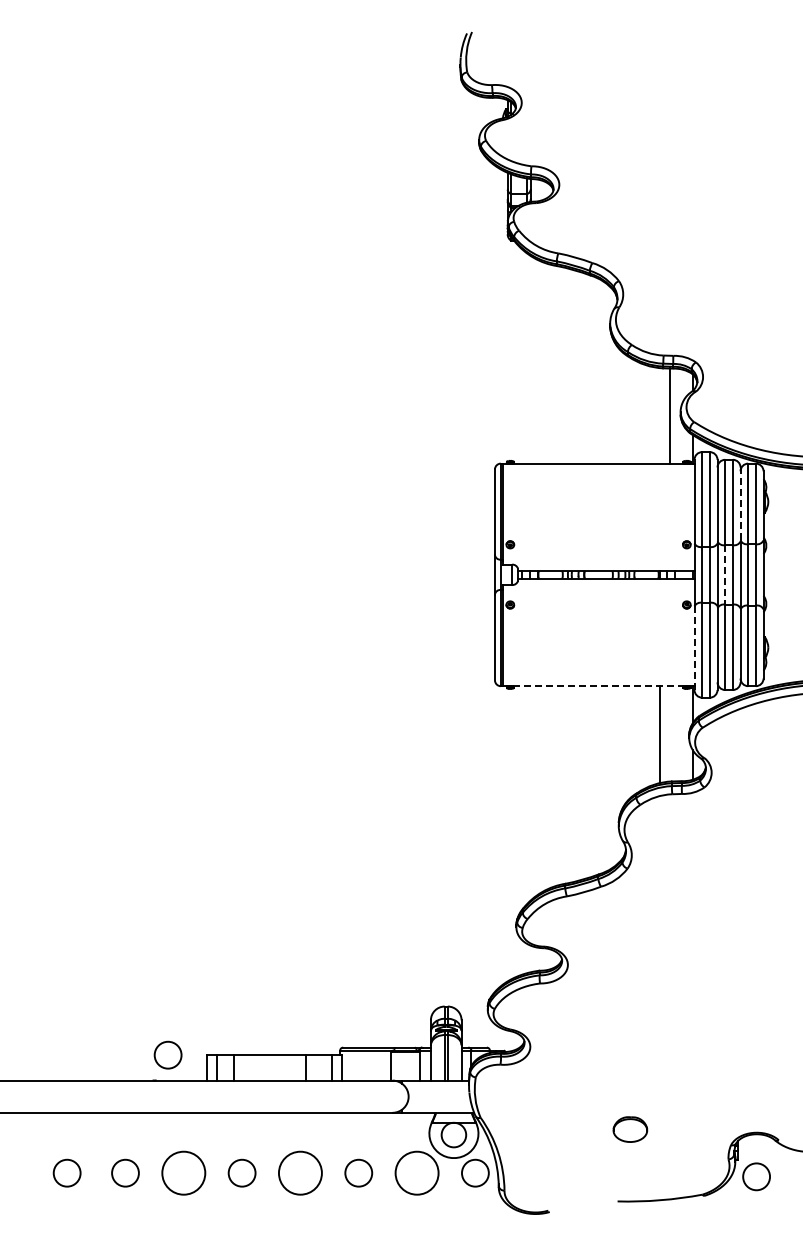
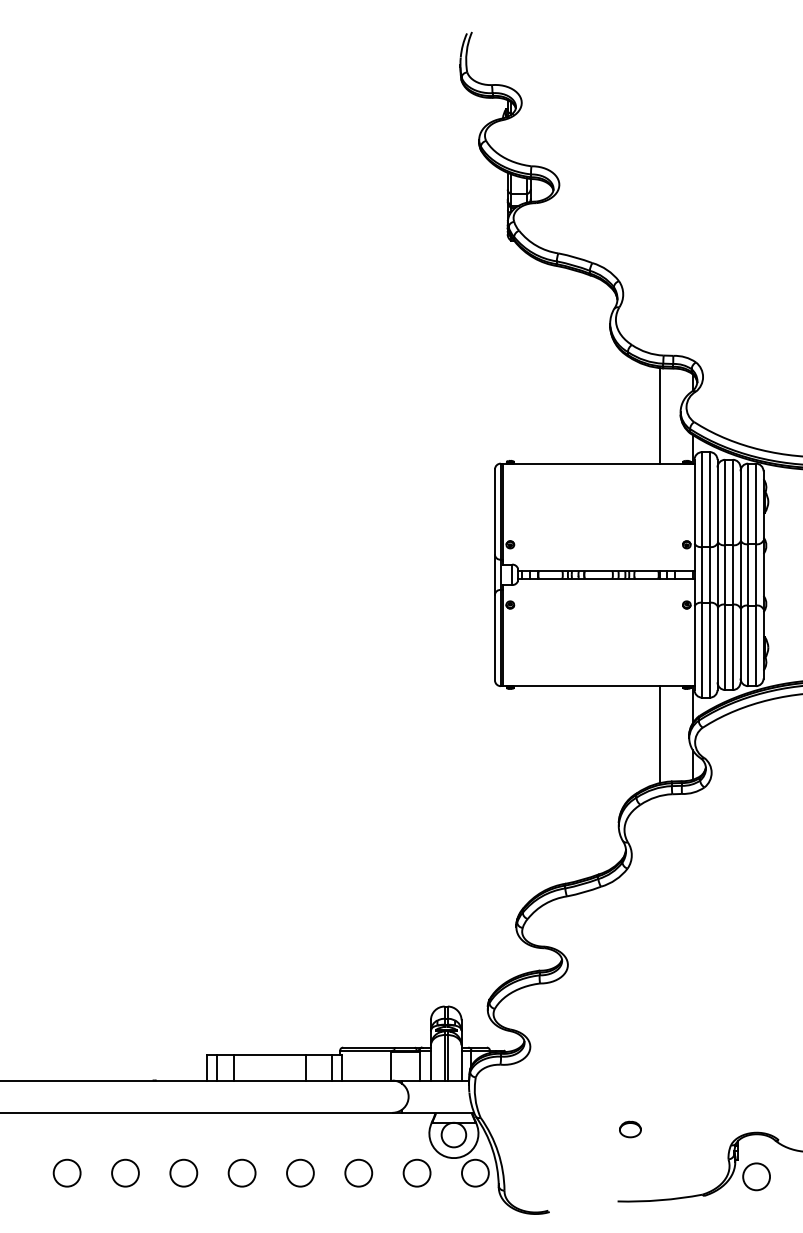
line at (670, 415) position: (670, 415) -> (660, 415)
line at (740, 504): dashed -> solid
line at (725, 574): dashed -> solid
line at (694, 648): dashed -> solid
line at (599, 686): dashed -> solid
circle at (167, 1054): present -> none
part at (630, 1129) size: 37x27 px -> 23x19 px
circle at (183, 1172) diameter: 43 px -> 27 px
circle at (299, 1172) diameter: 43 px -> 27 px
circle at (416, 1172) diameter: 43 px -> 27 px
